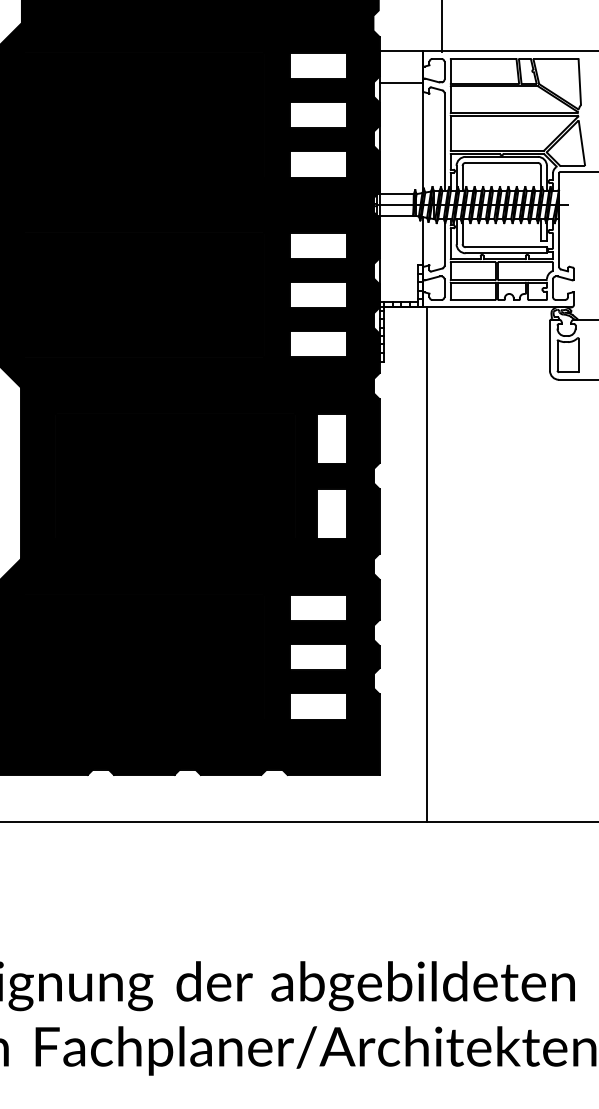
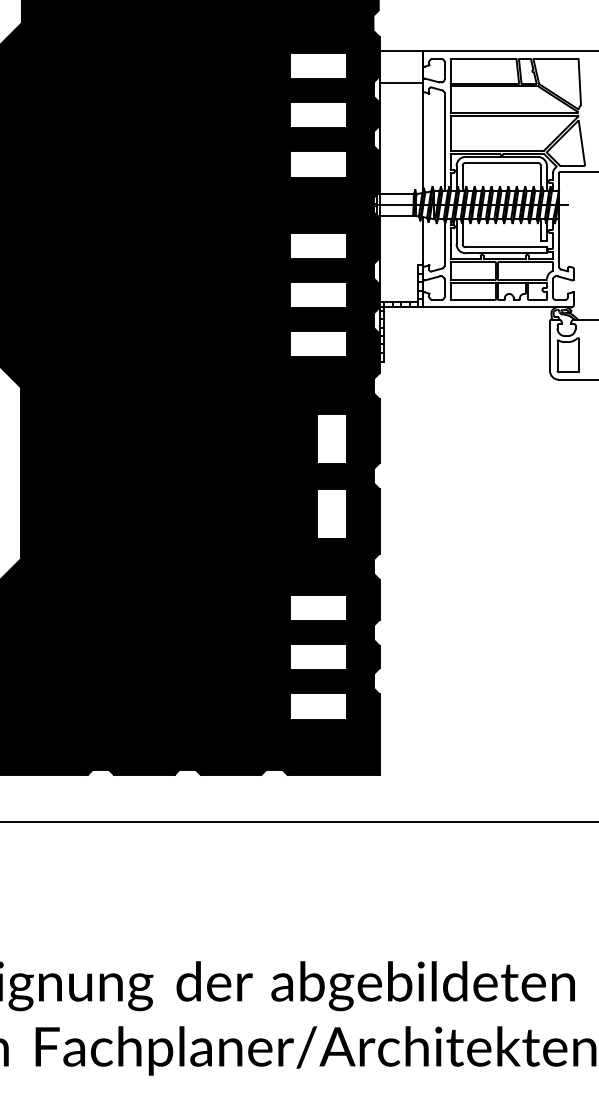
line at (442, 27): present -> none
line at (426, 564): present -> none
